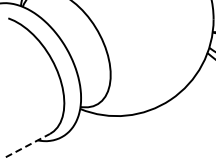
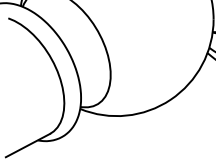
line at (27, 145): dashed -> solid
